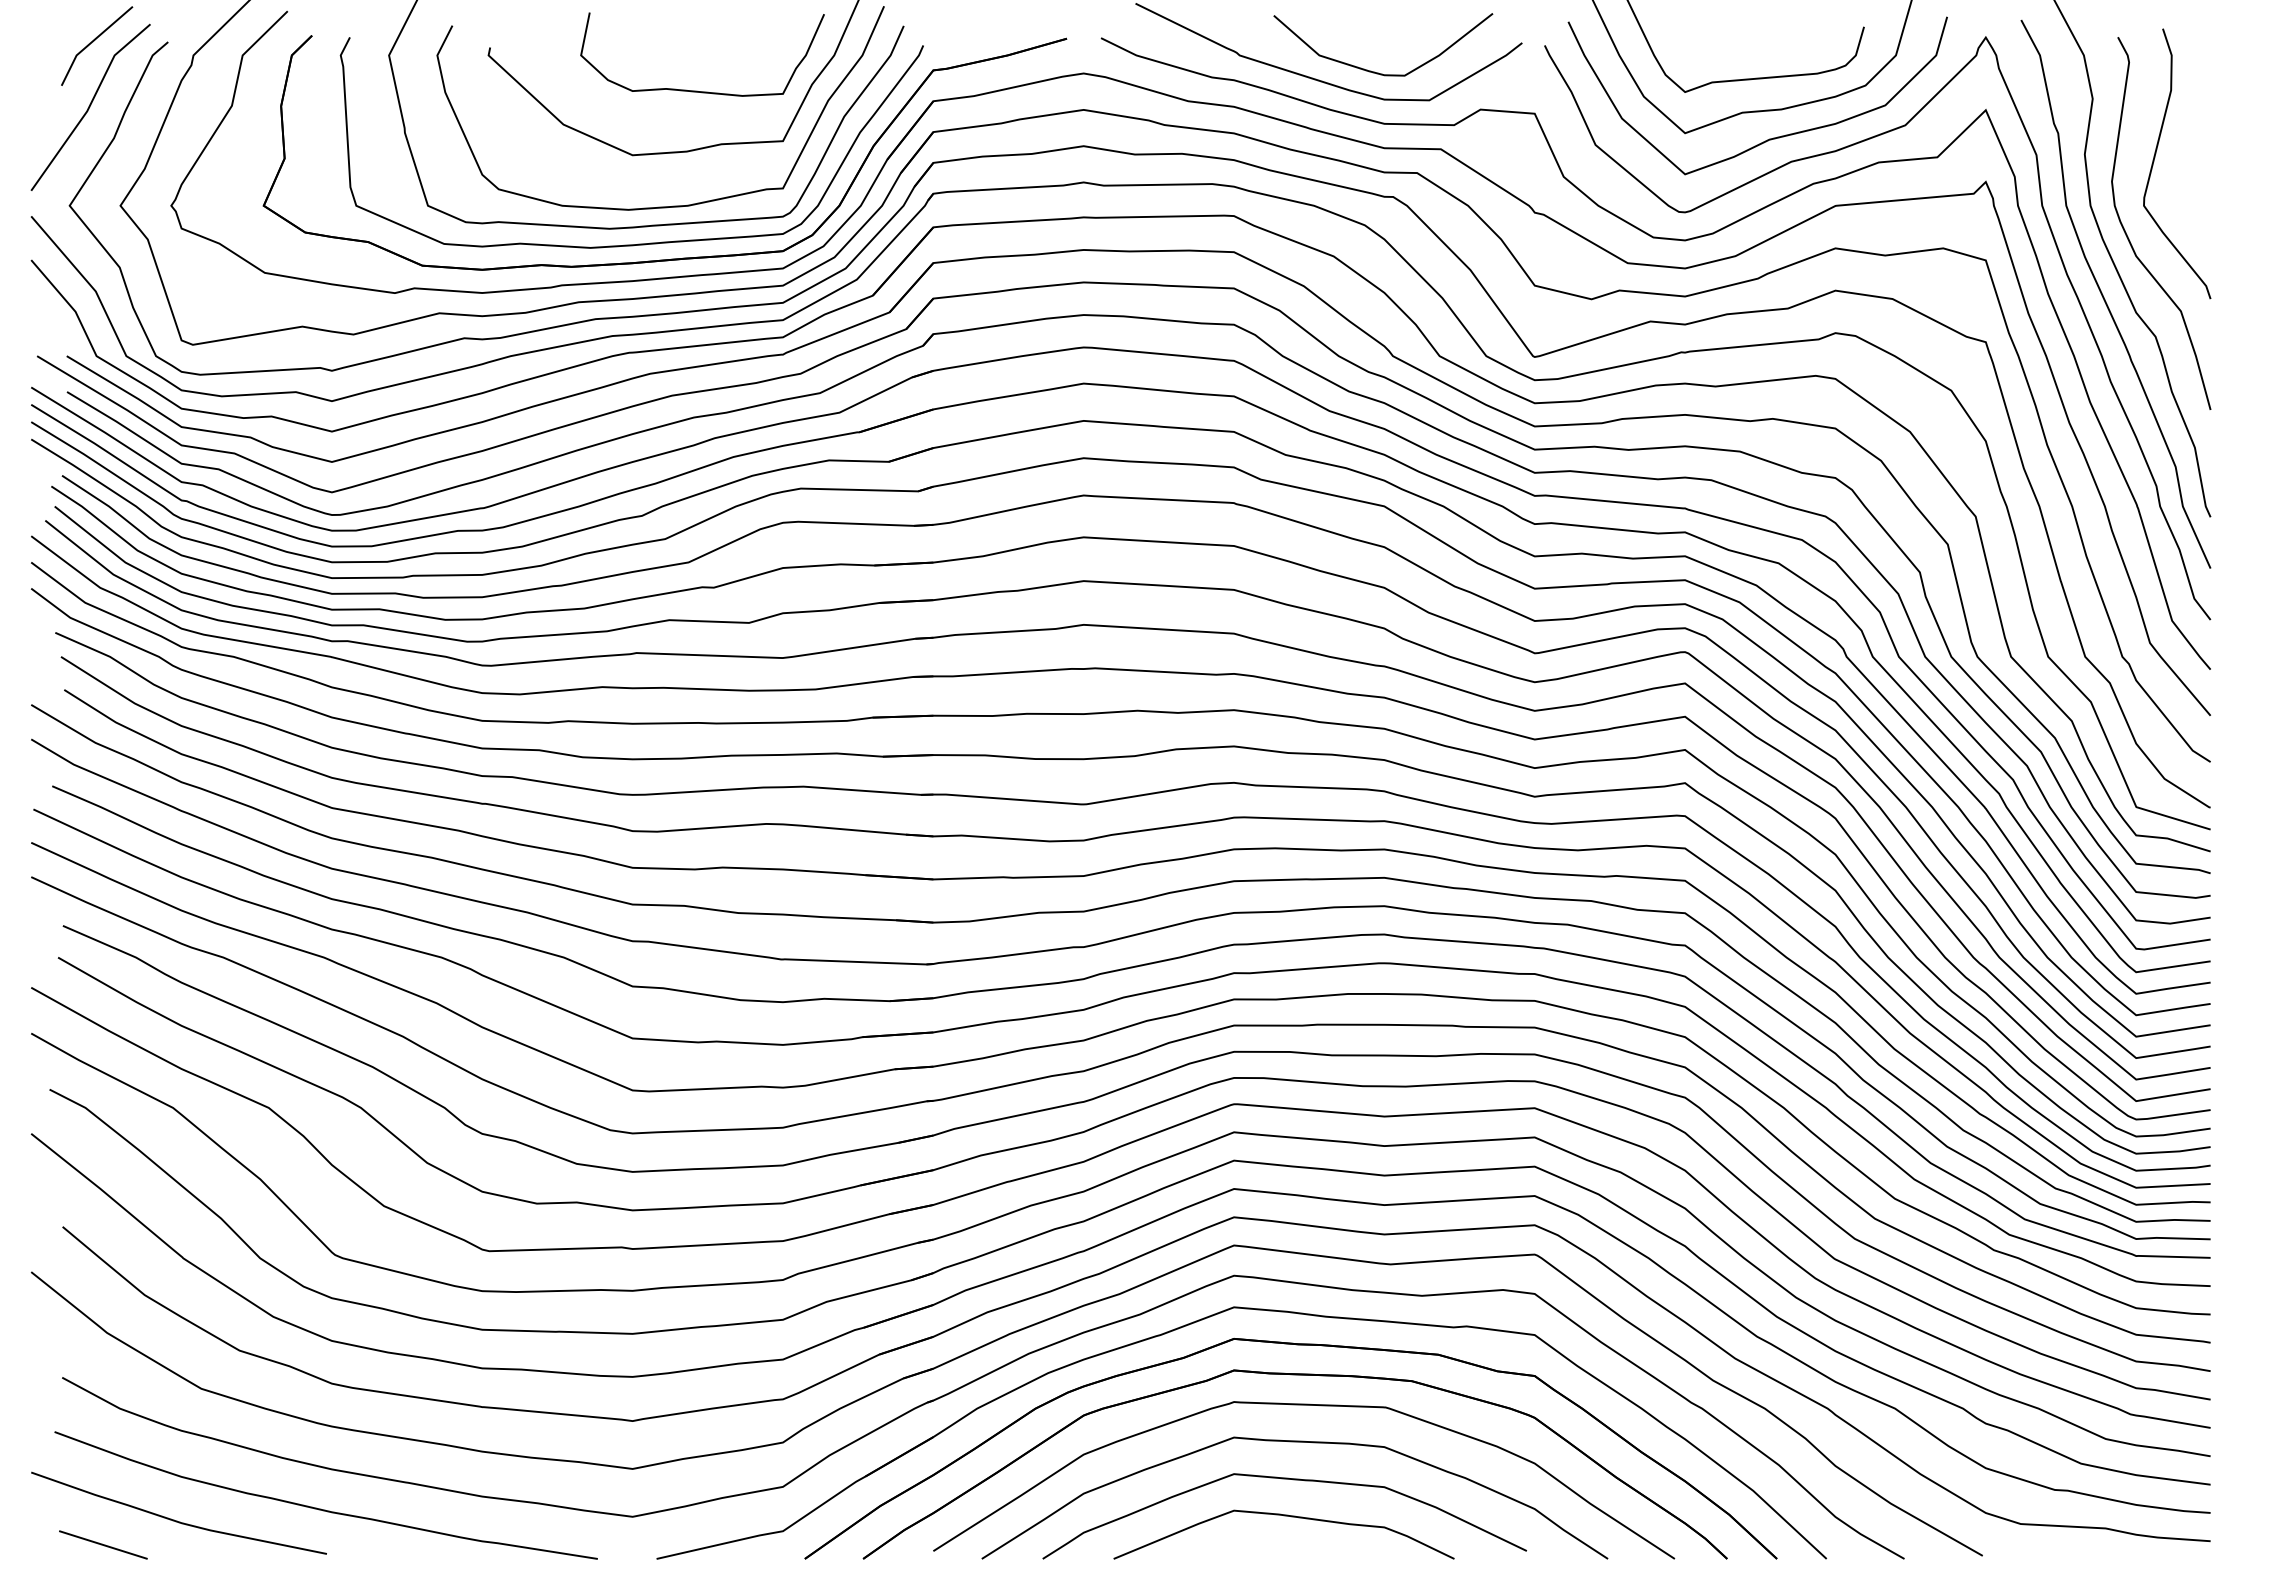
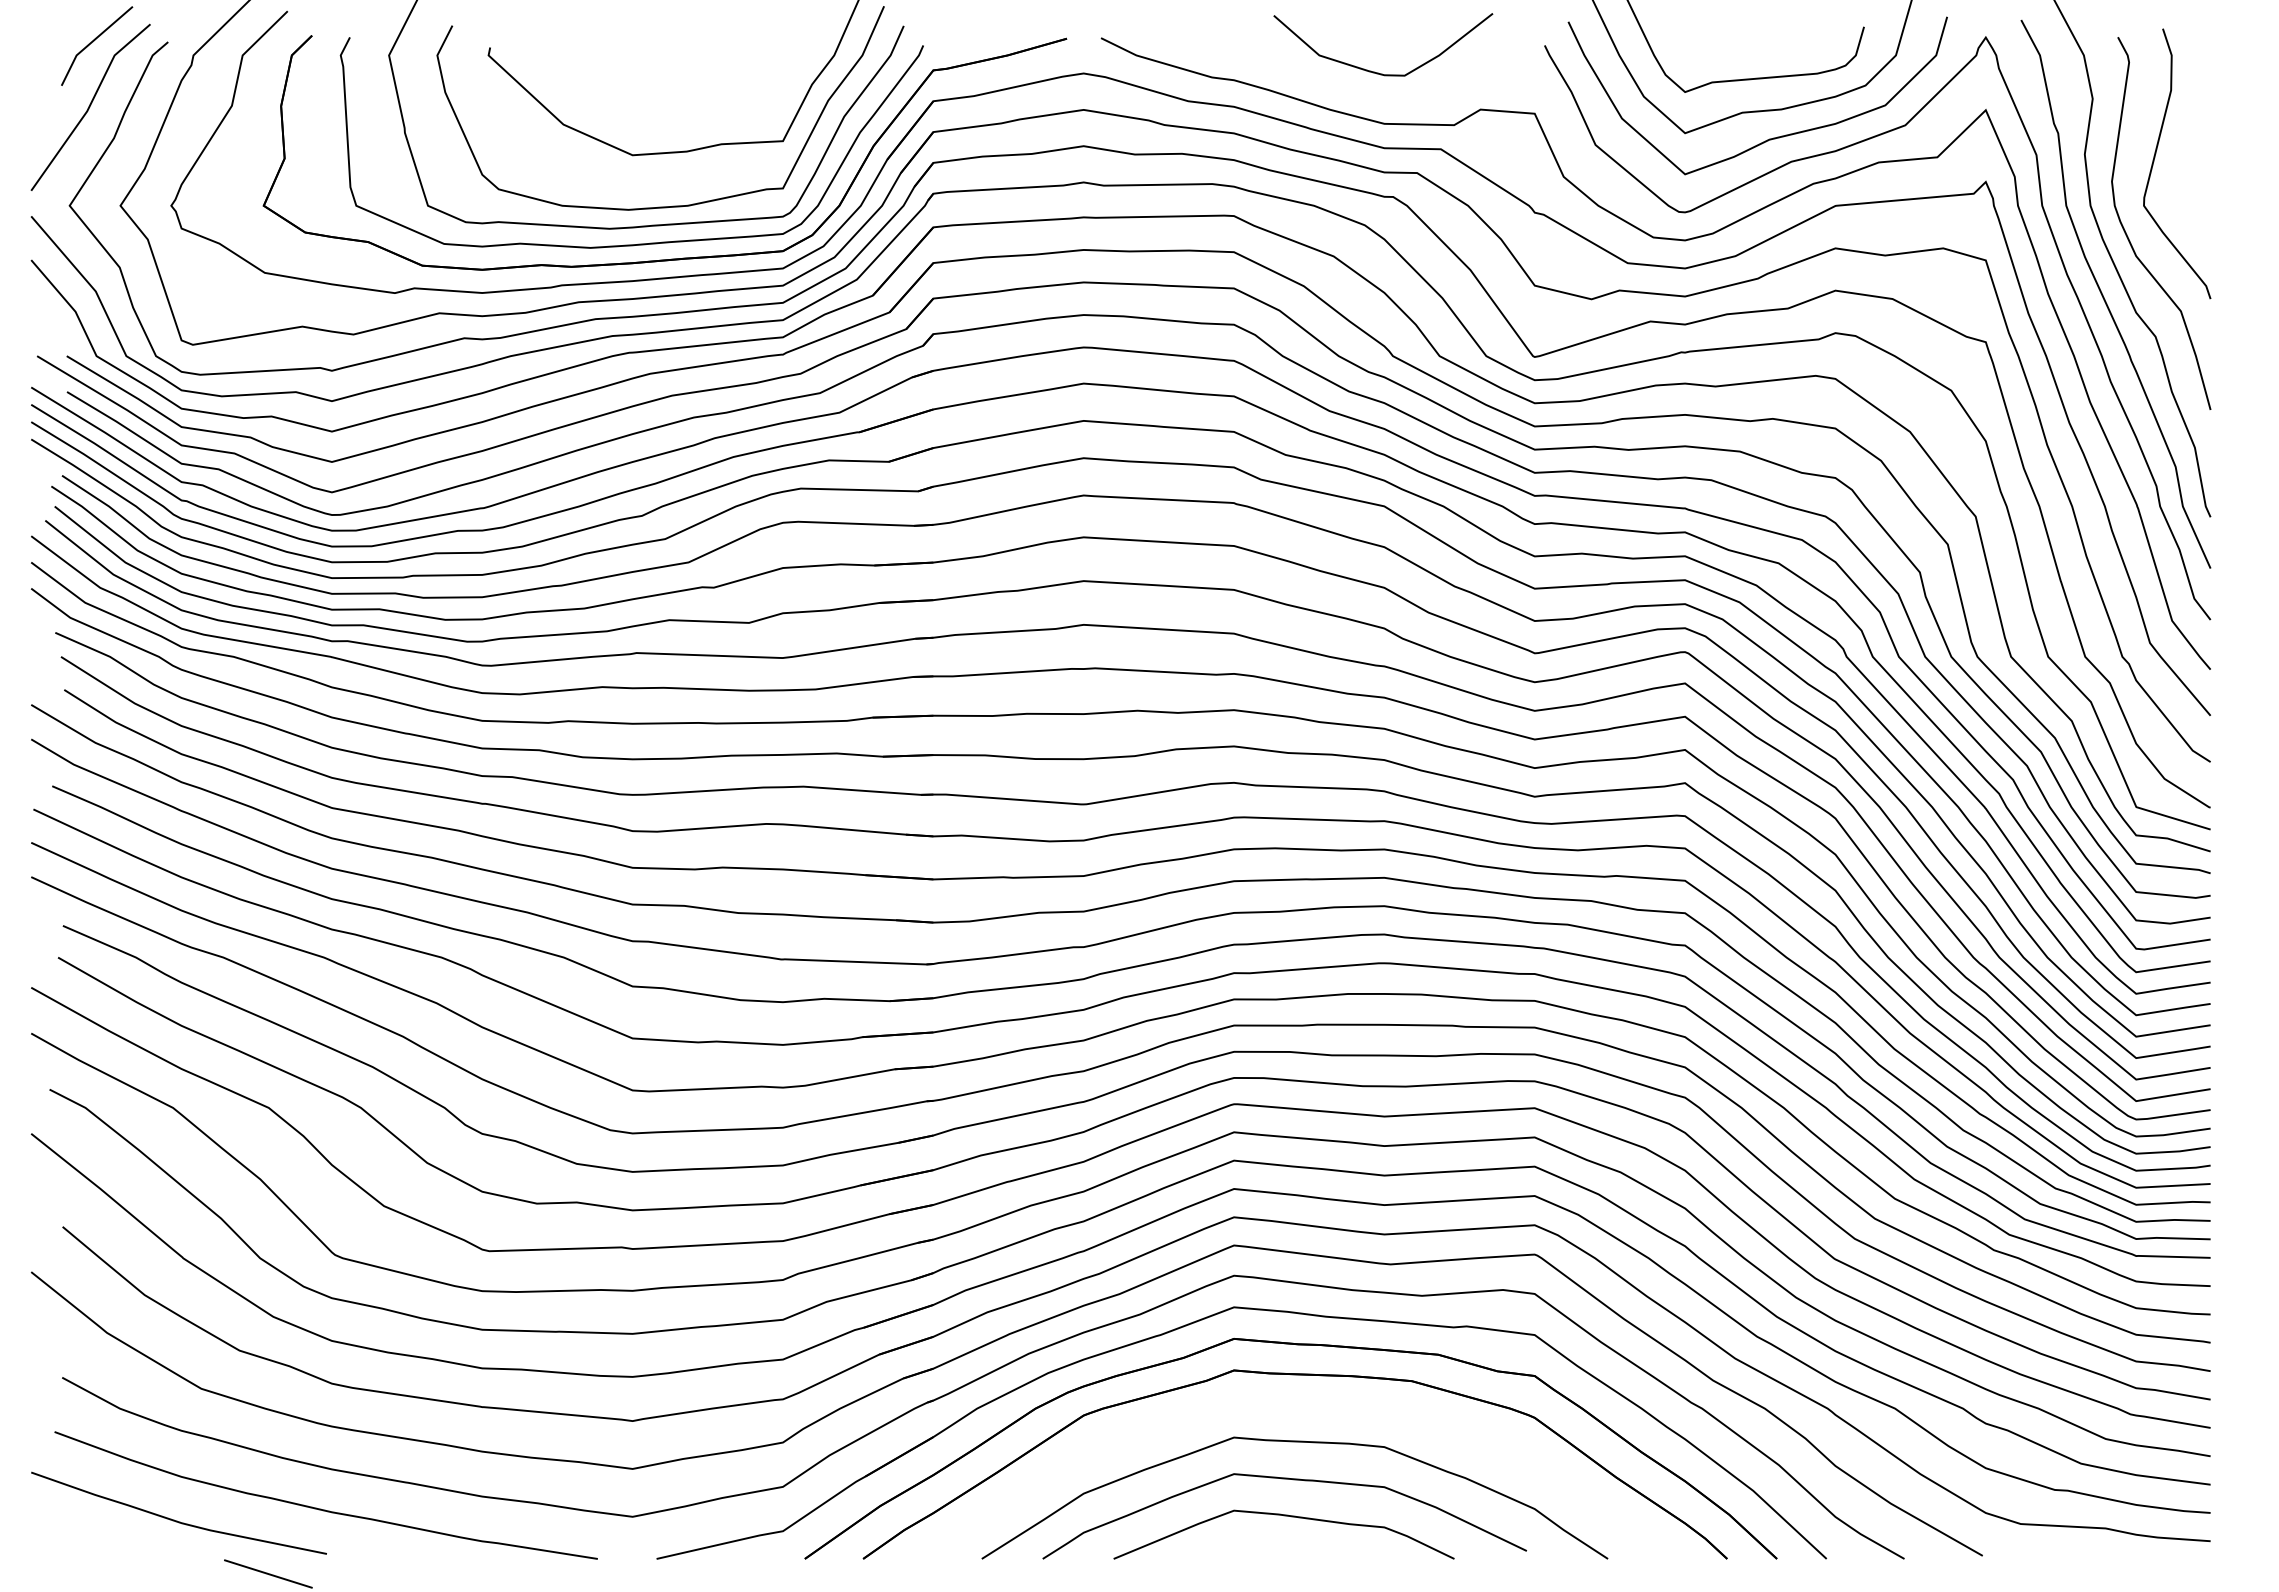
curve at (1319, 79): present -> none
curve at (697, 90): present -> none
curve at (1304, 1405): present -> none
line at (103, 1544) position: (103, 1544) -> (268, 1573)
